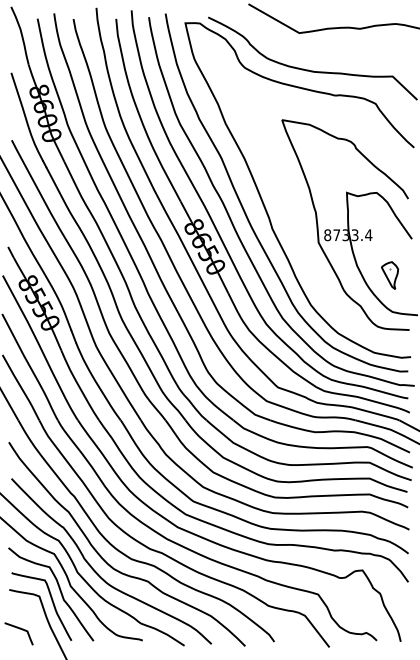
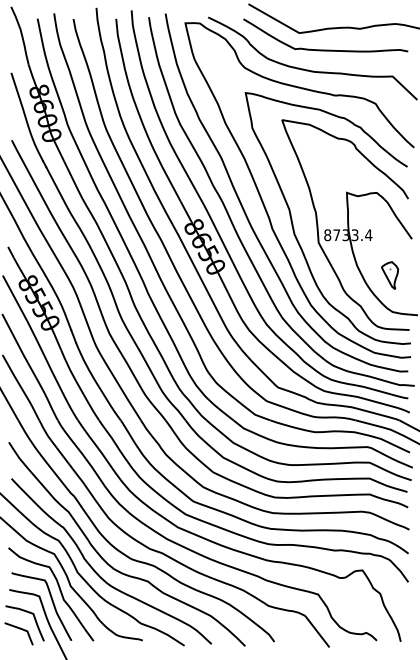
curve at (325, 49): none -> present
curve at (293, 223): none -> present
curve at (34, 620): none -> present
